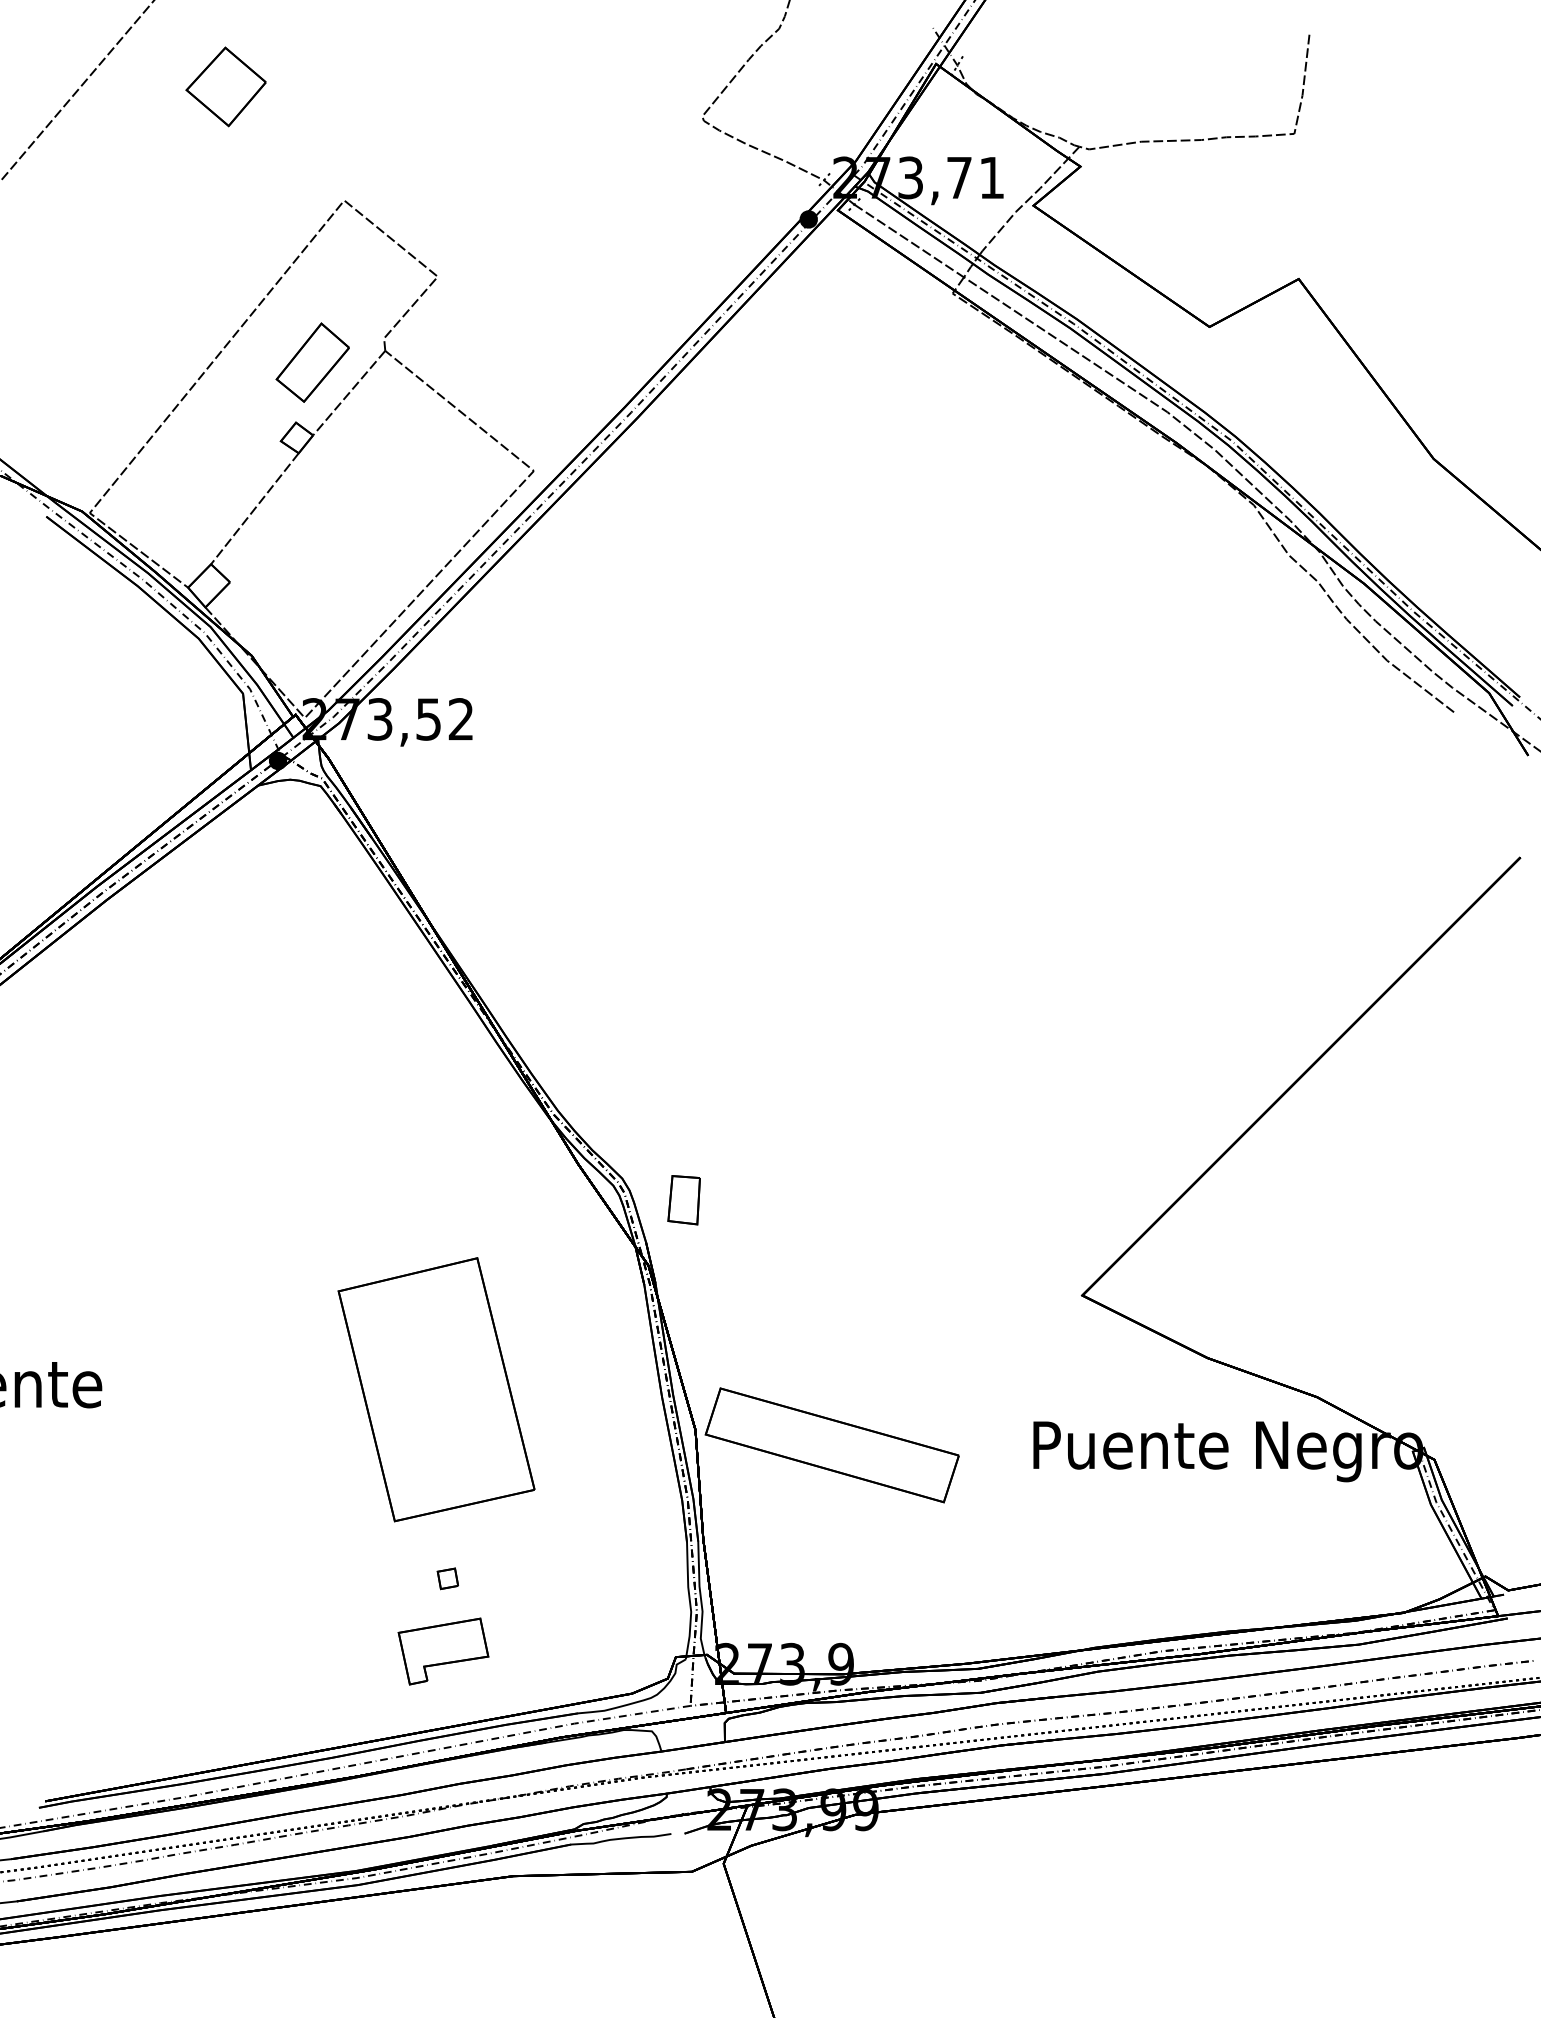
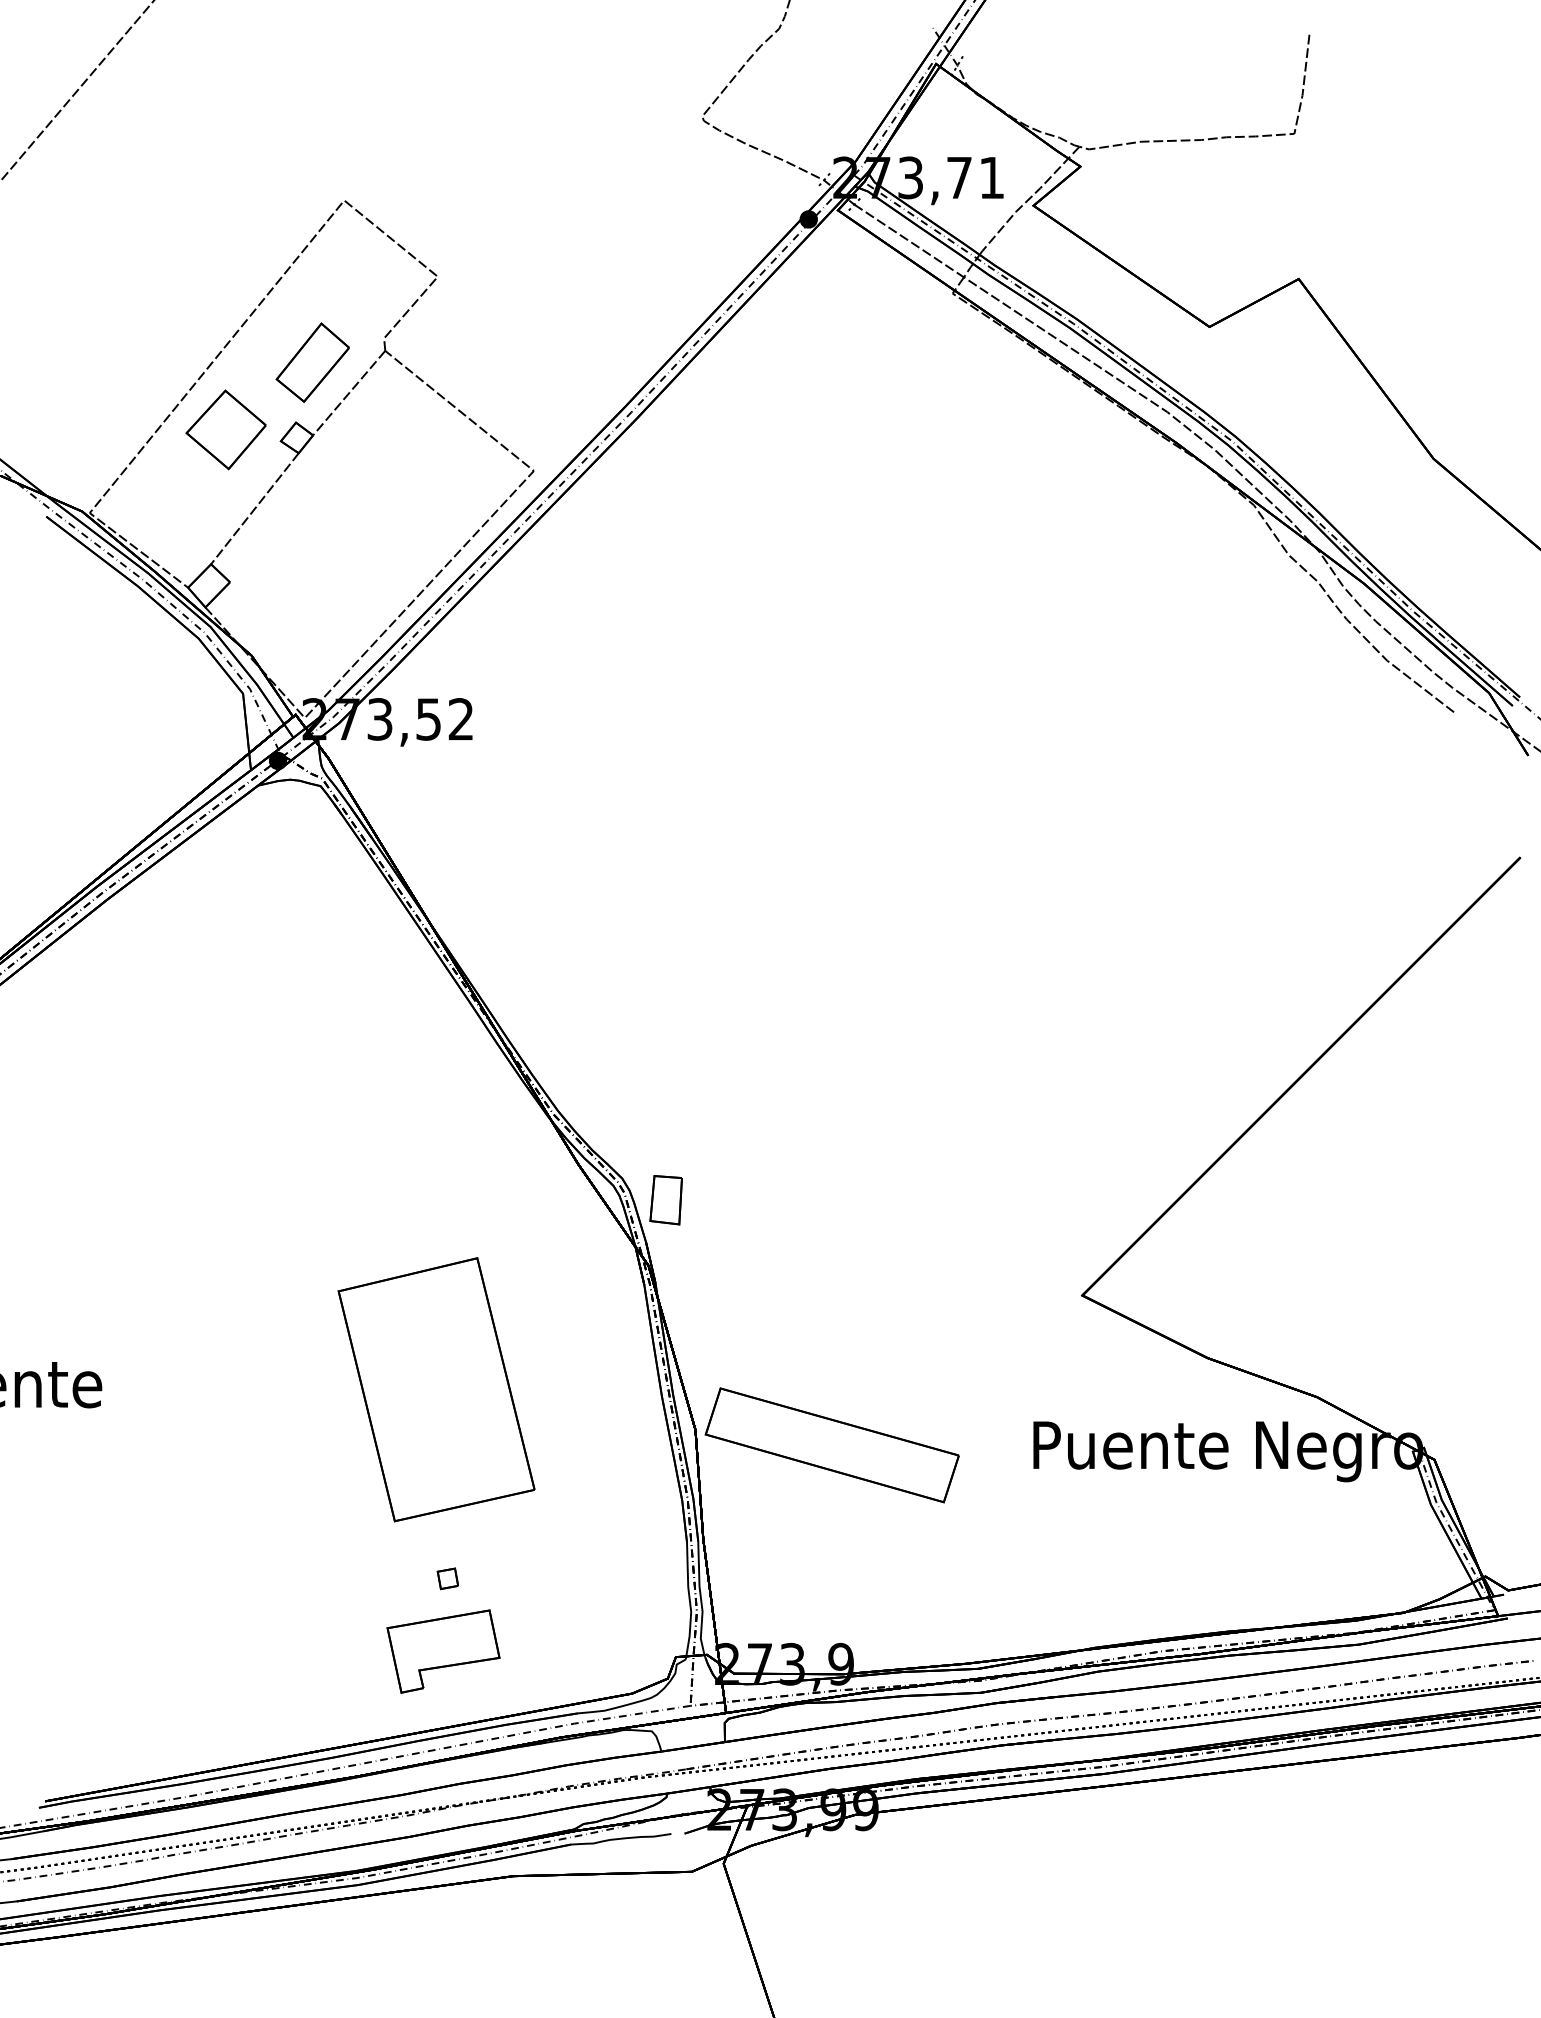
part at (225, 86) position: (225, 86) -> (225, 429)
part at (683, 1200) position: (683, 1200) -> (665, 1200)
part at (443, 1651) size: 93x69 px -> 115x85 px
